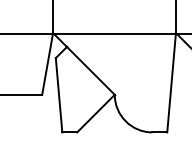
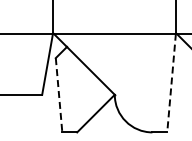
line at (171, 83): solid -> dashed
line at (59, 95): solid -> dashed
